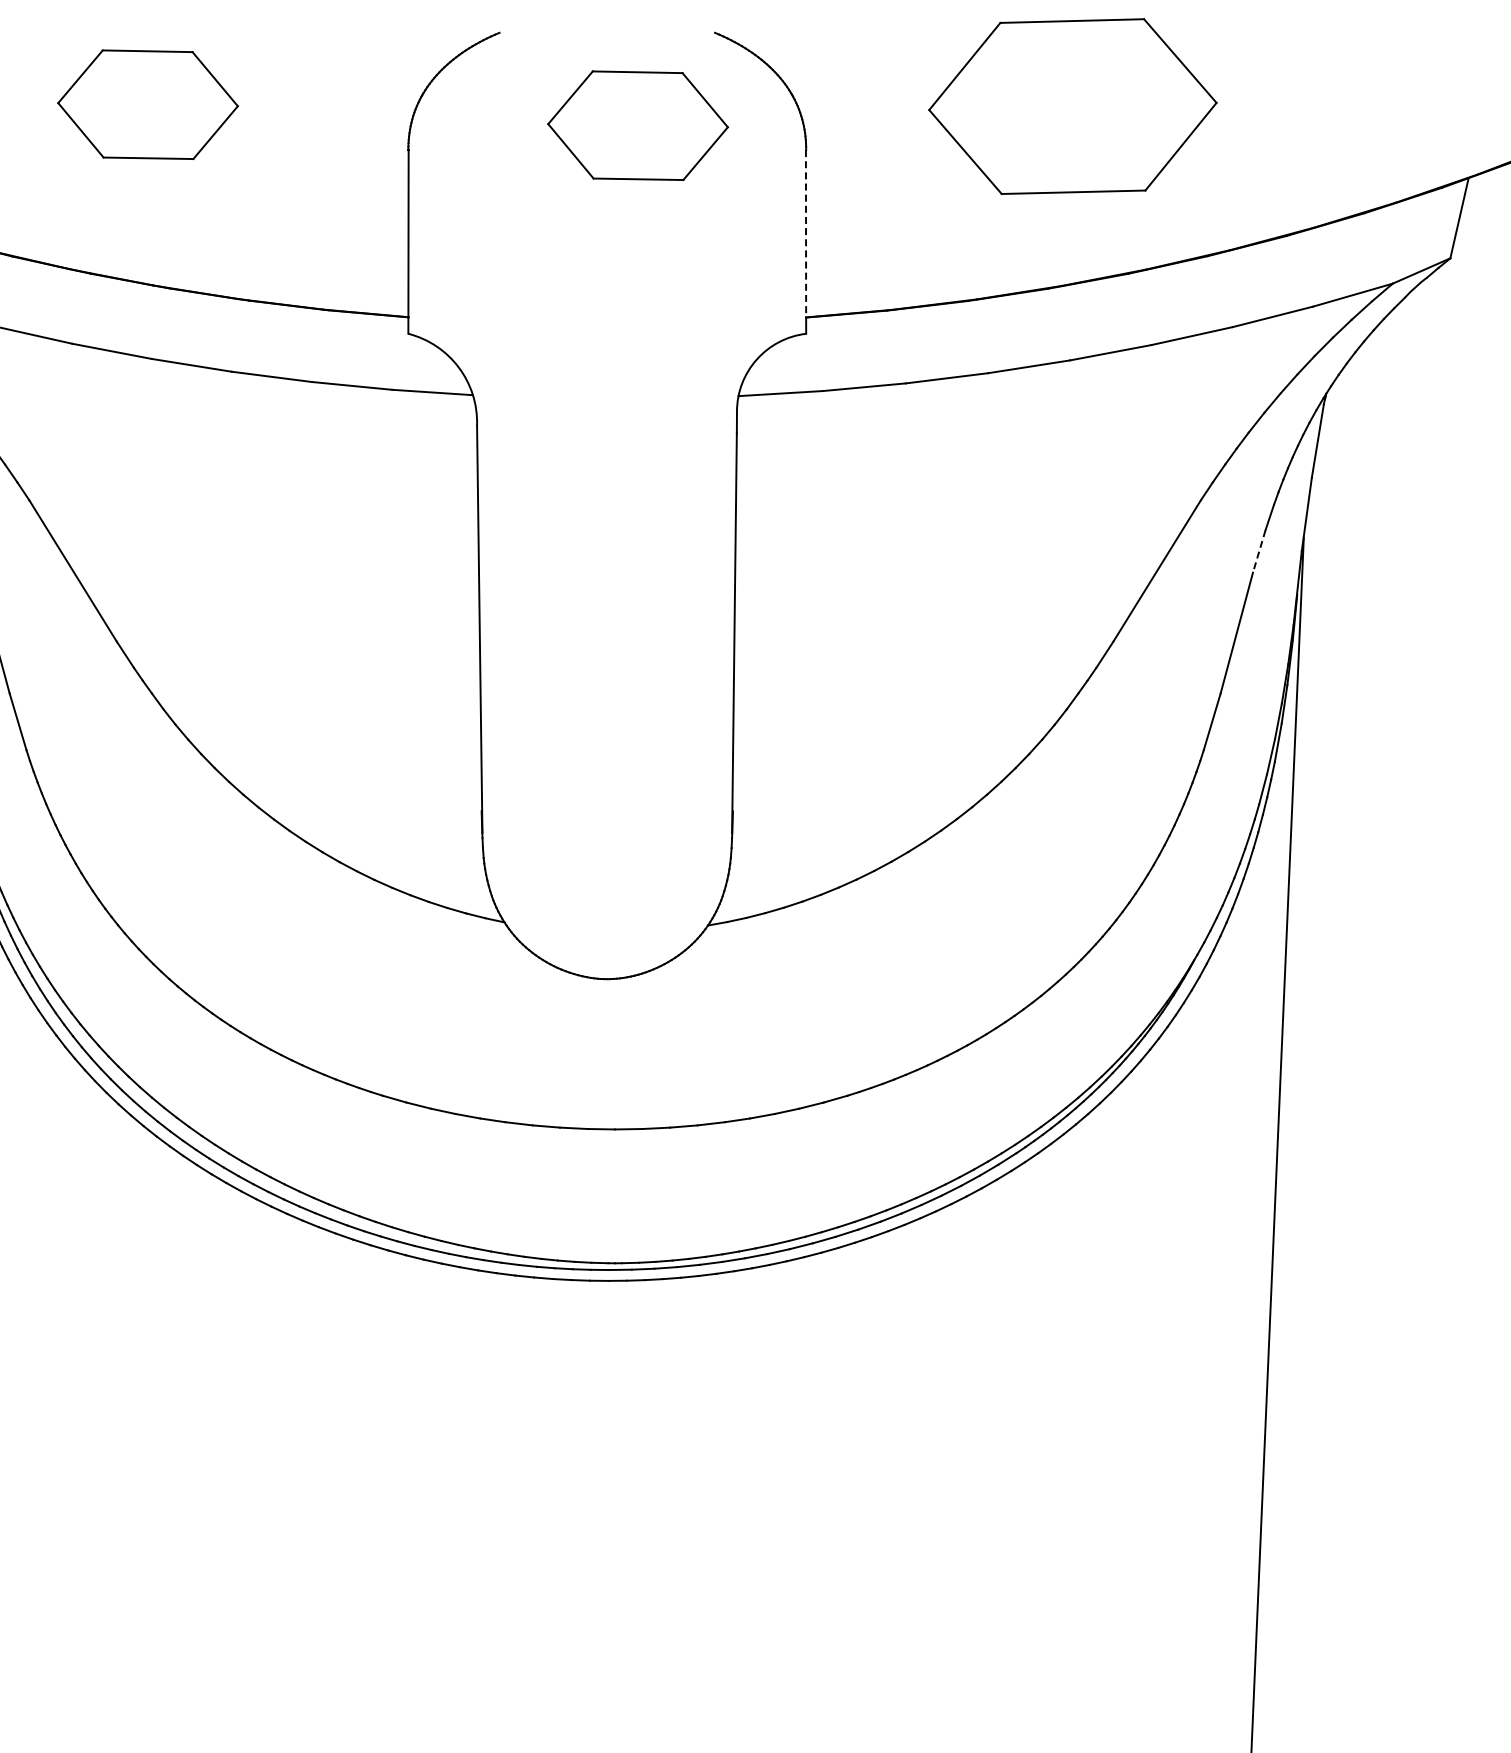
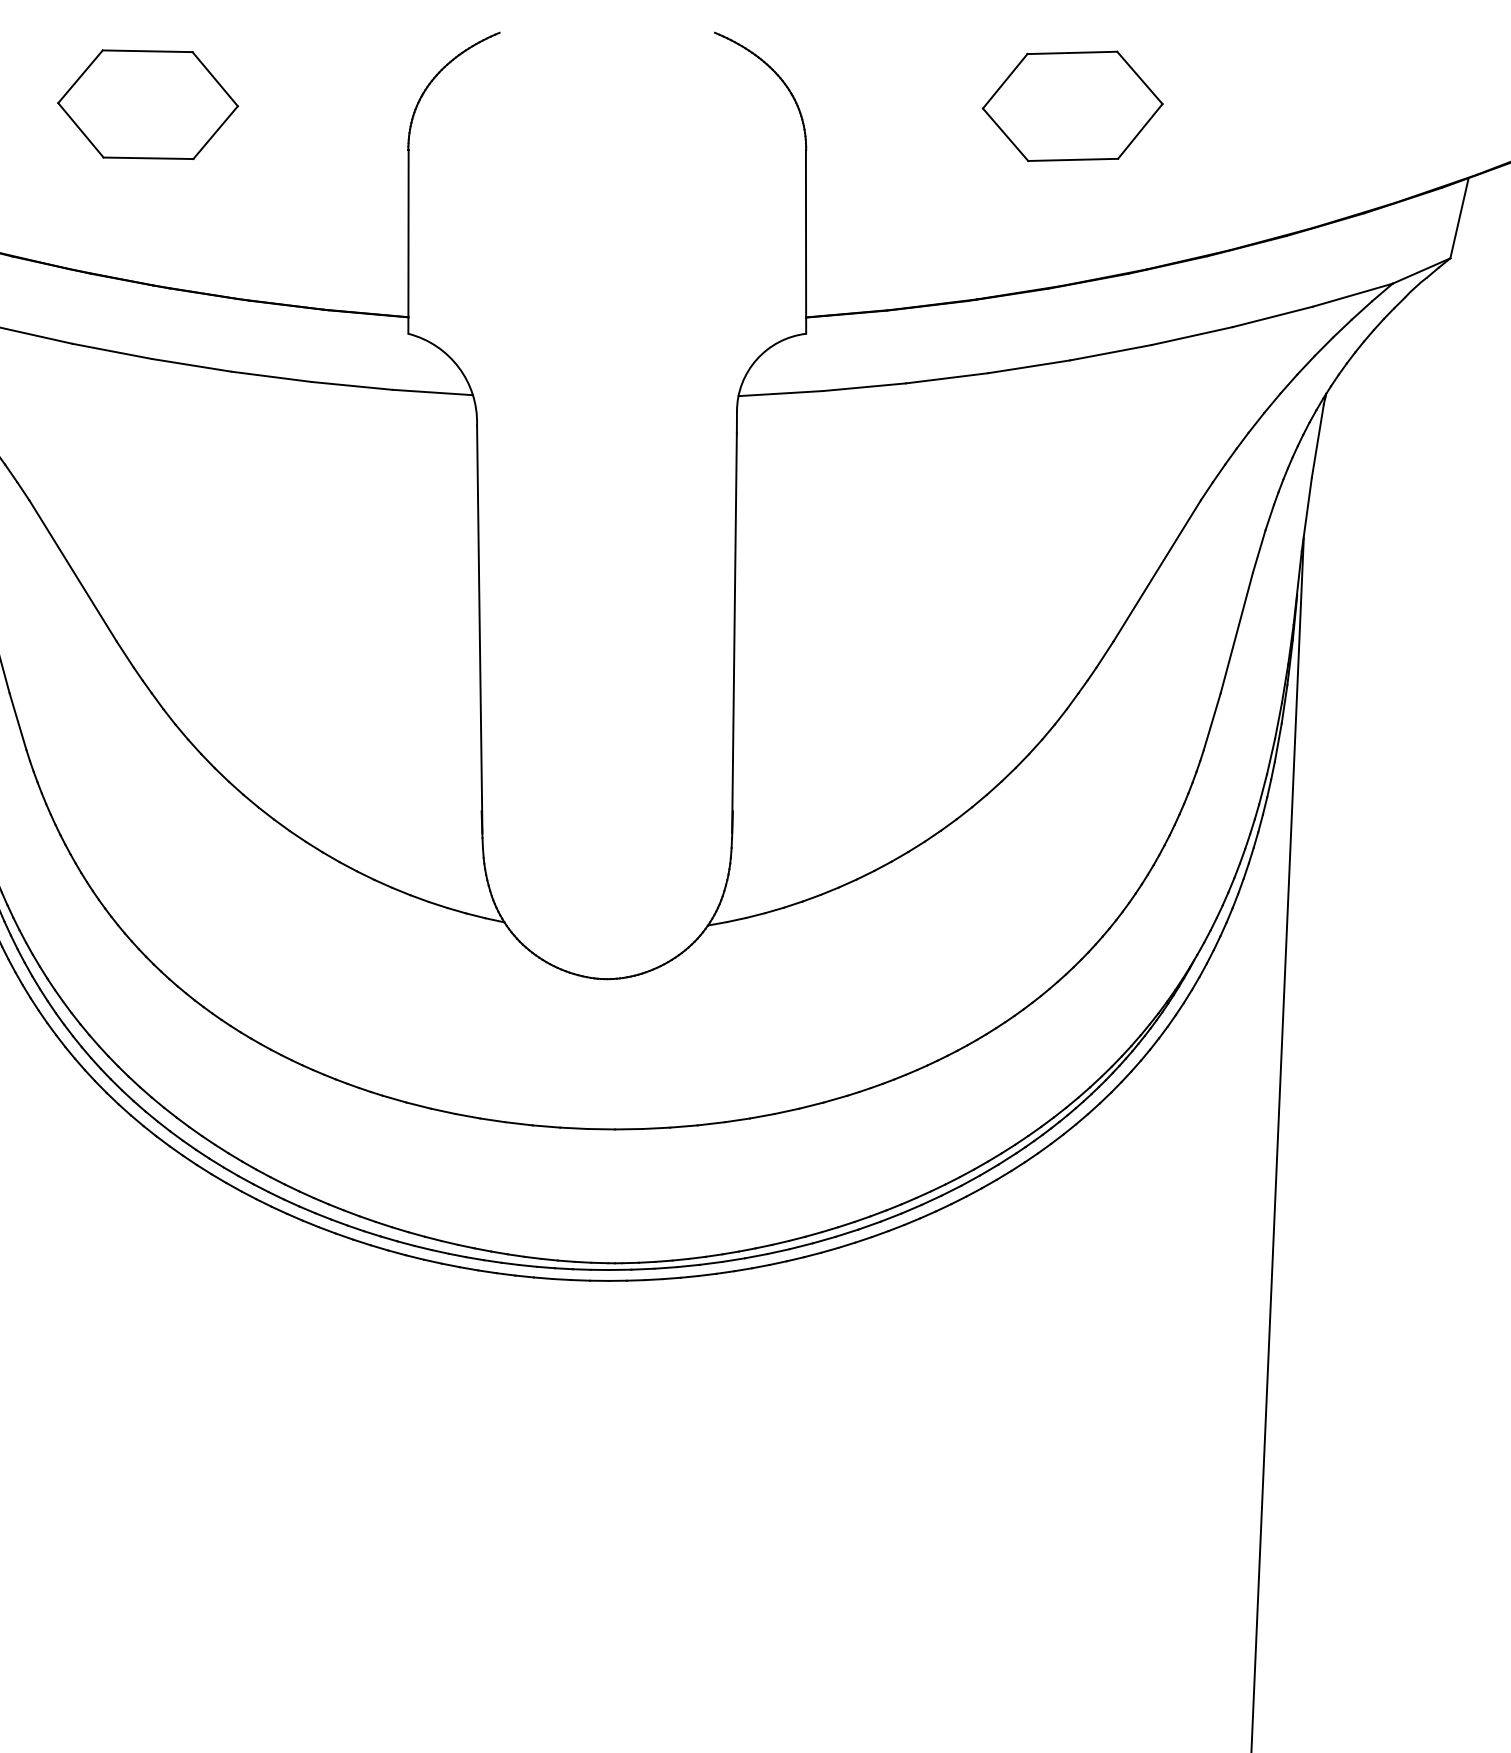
part at (1072, 106) size: 290x178 px -> 183x112 px
part at (637, 125): present -> none
line at (806, 233): dashed -> solid
line at (1259, 552): dashed -> solid
